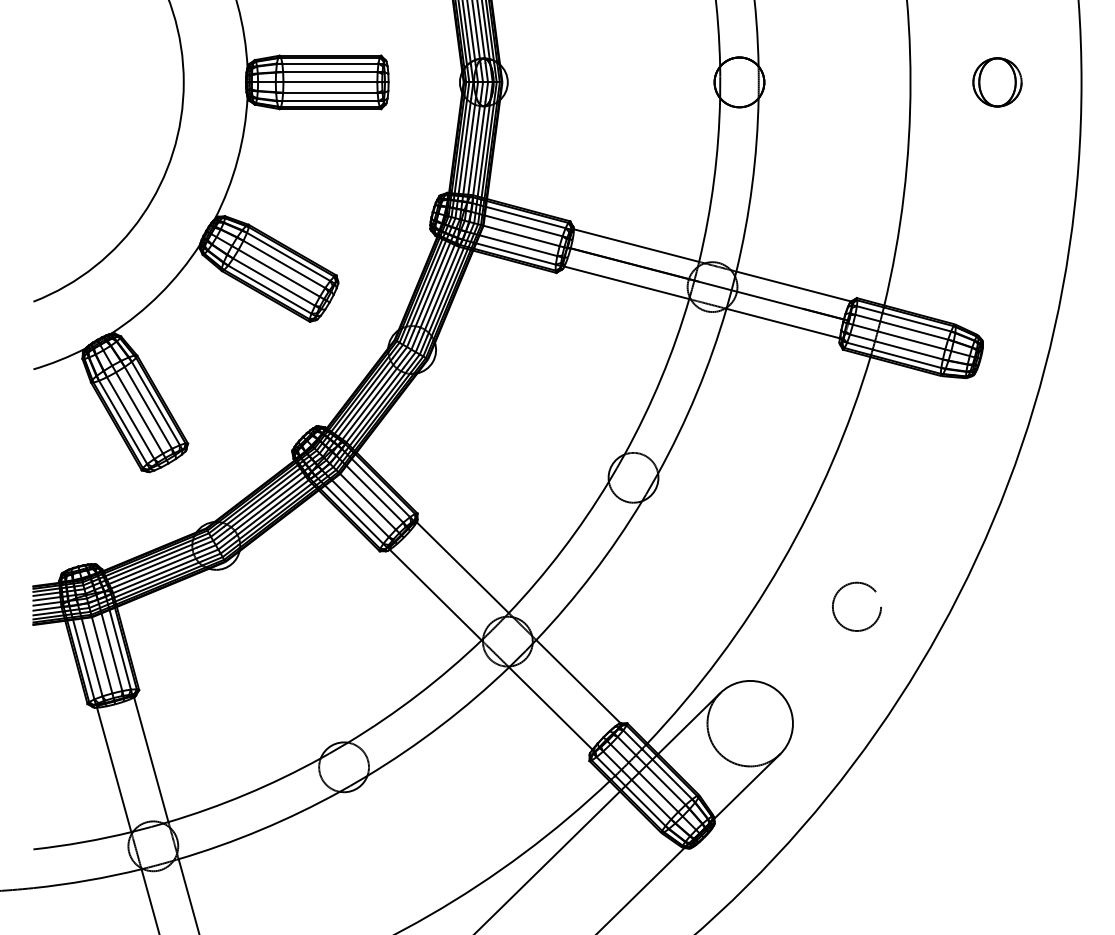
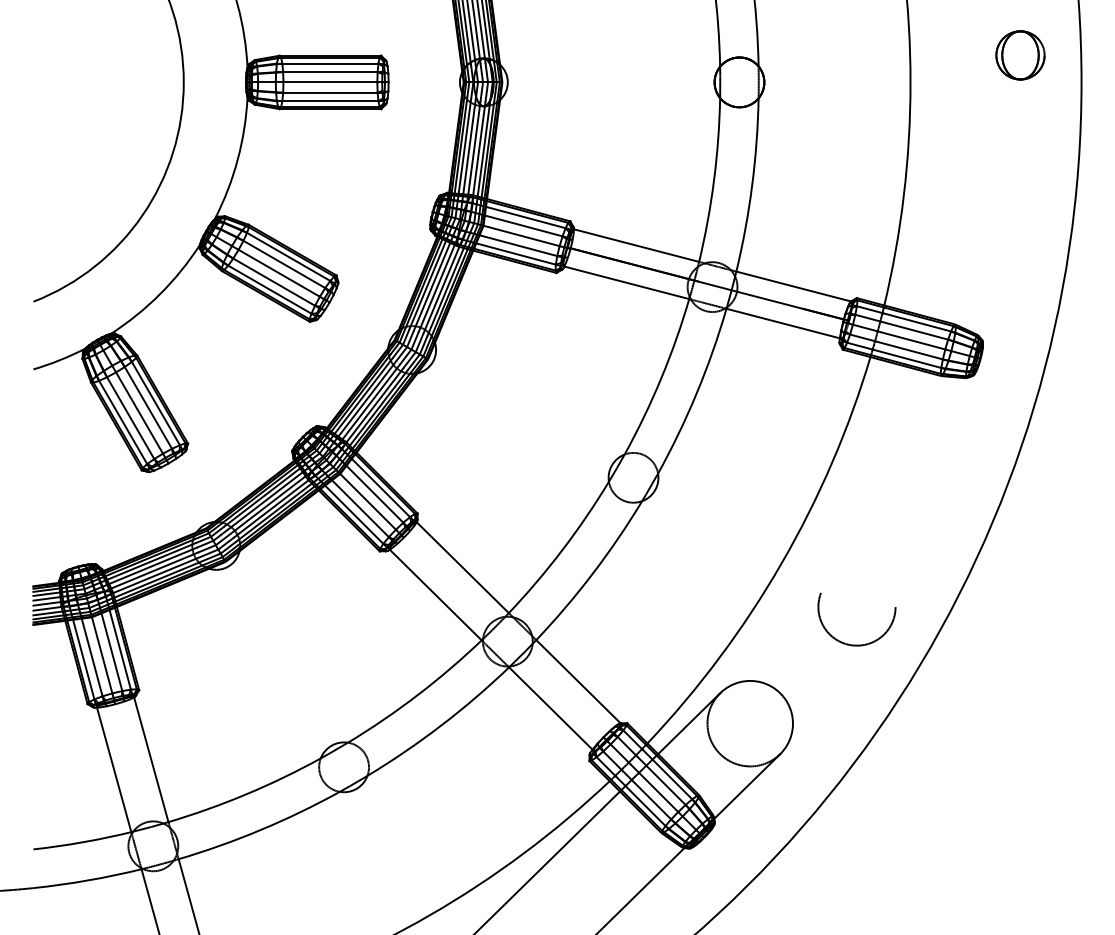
part at (997, 82) position: (997, 82) -> (1020, 55)
circle at (856, 606) size: 50x51 px -> 80x55 px
